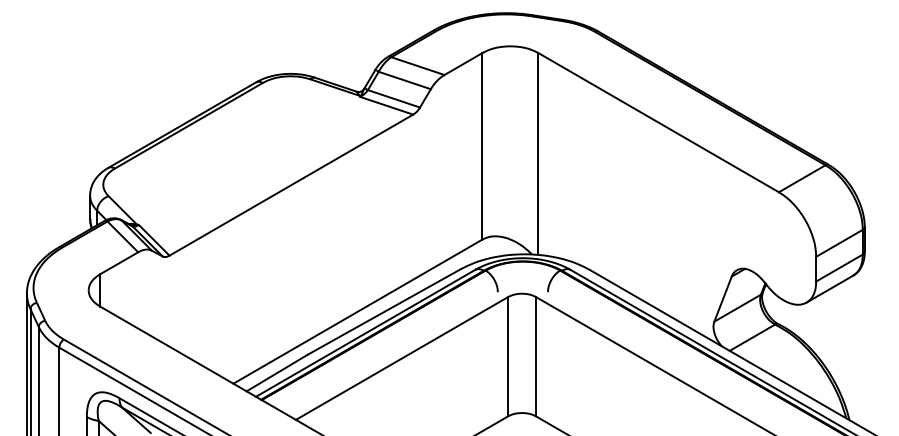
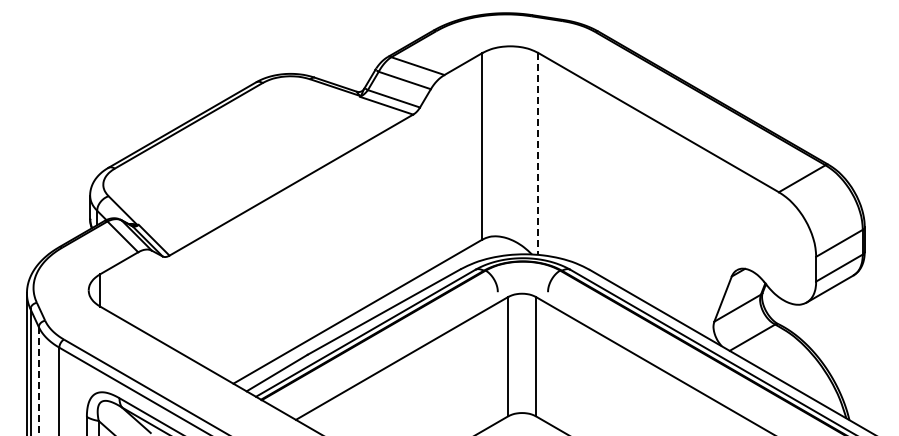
line at (538, 153): solid -> dashed
line at (38, 381): solid -> dashed
